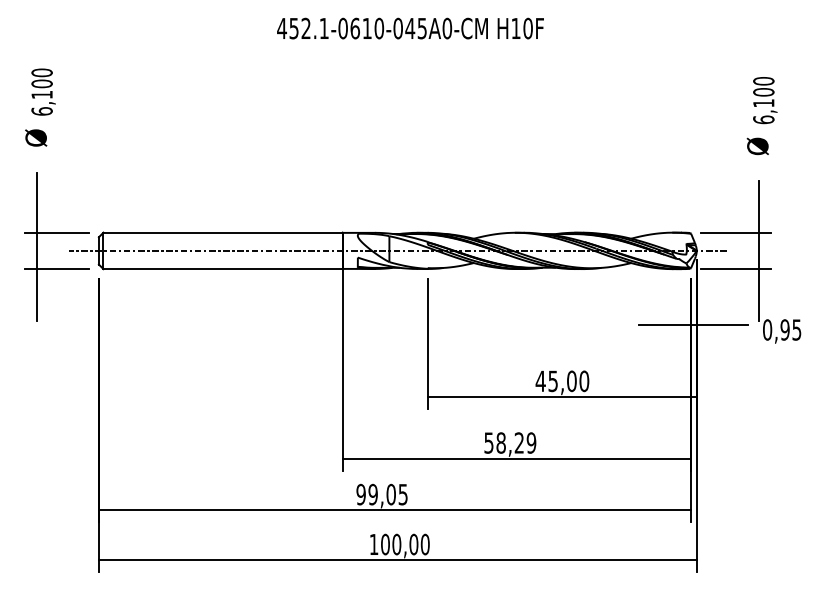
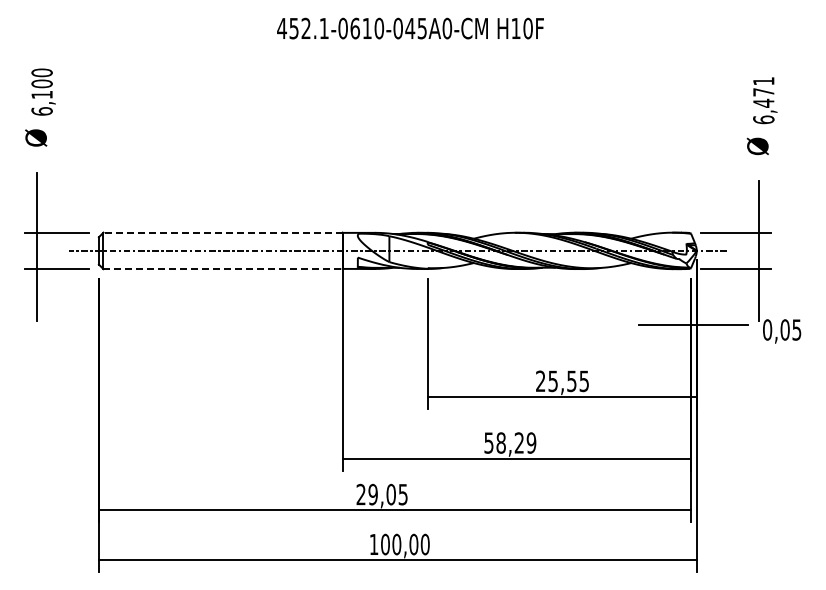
text at (763, 92): 6,100 -> 6,471
line at (223, 232): solid -> dashed
line at (223, 269): solid -> dashed
text at (784, 329): 0,95 -> 0,05
text at (562, 381): 45,00 -> 25,55
text at (360, 494): 99,05 -> 29,05
